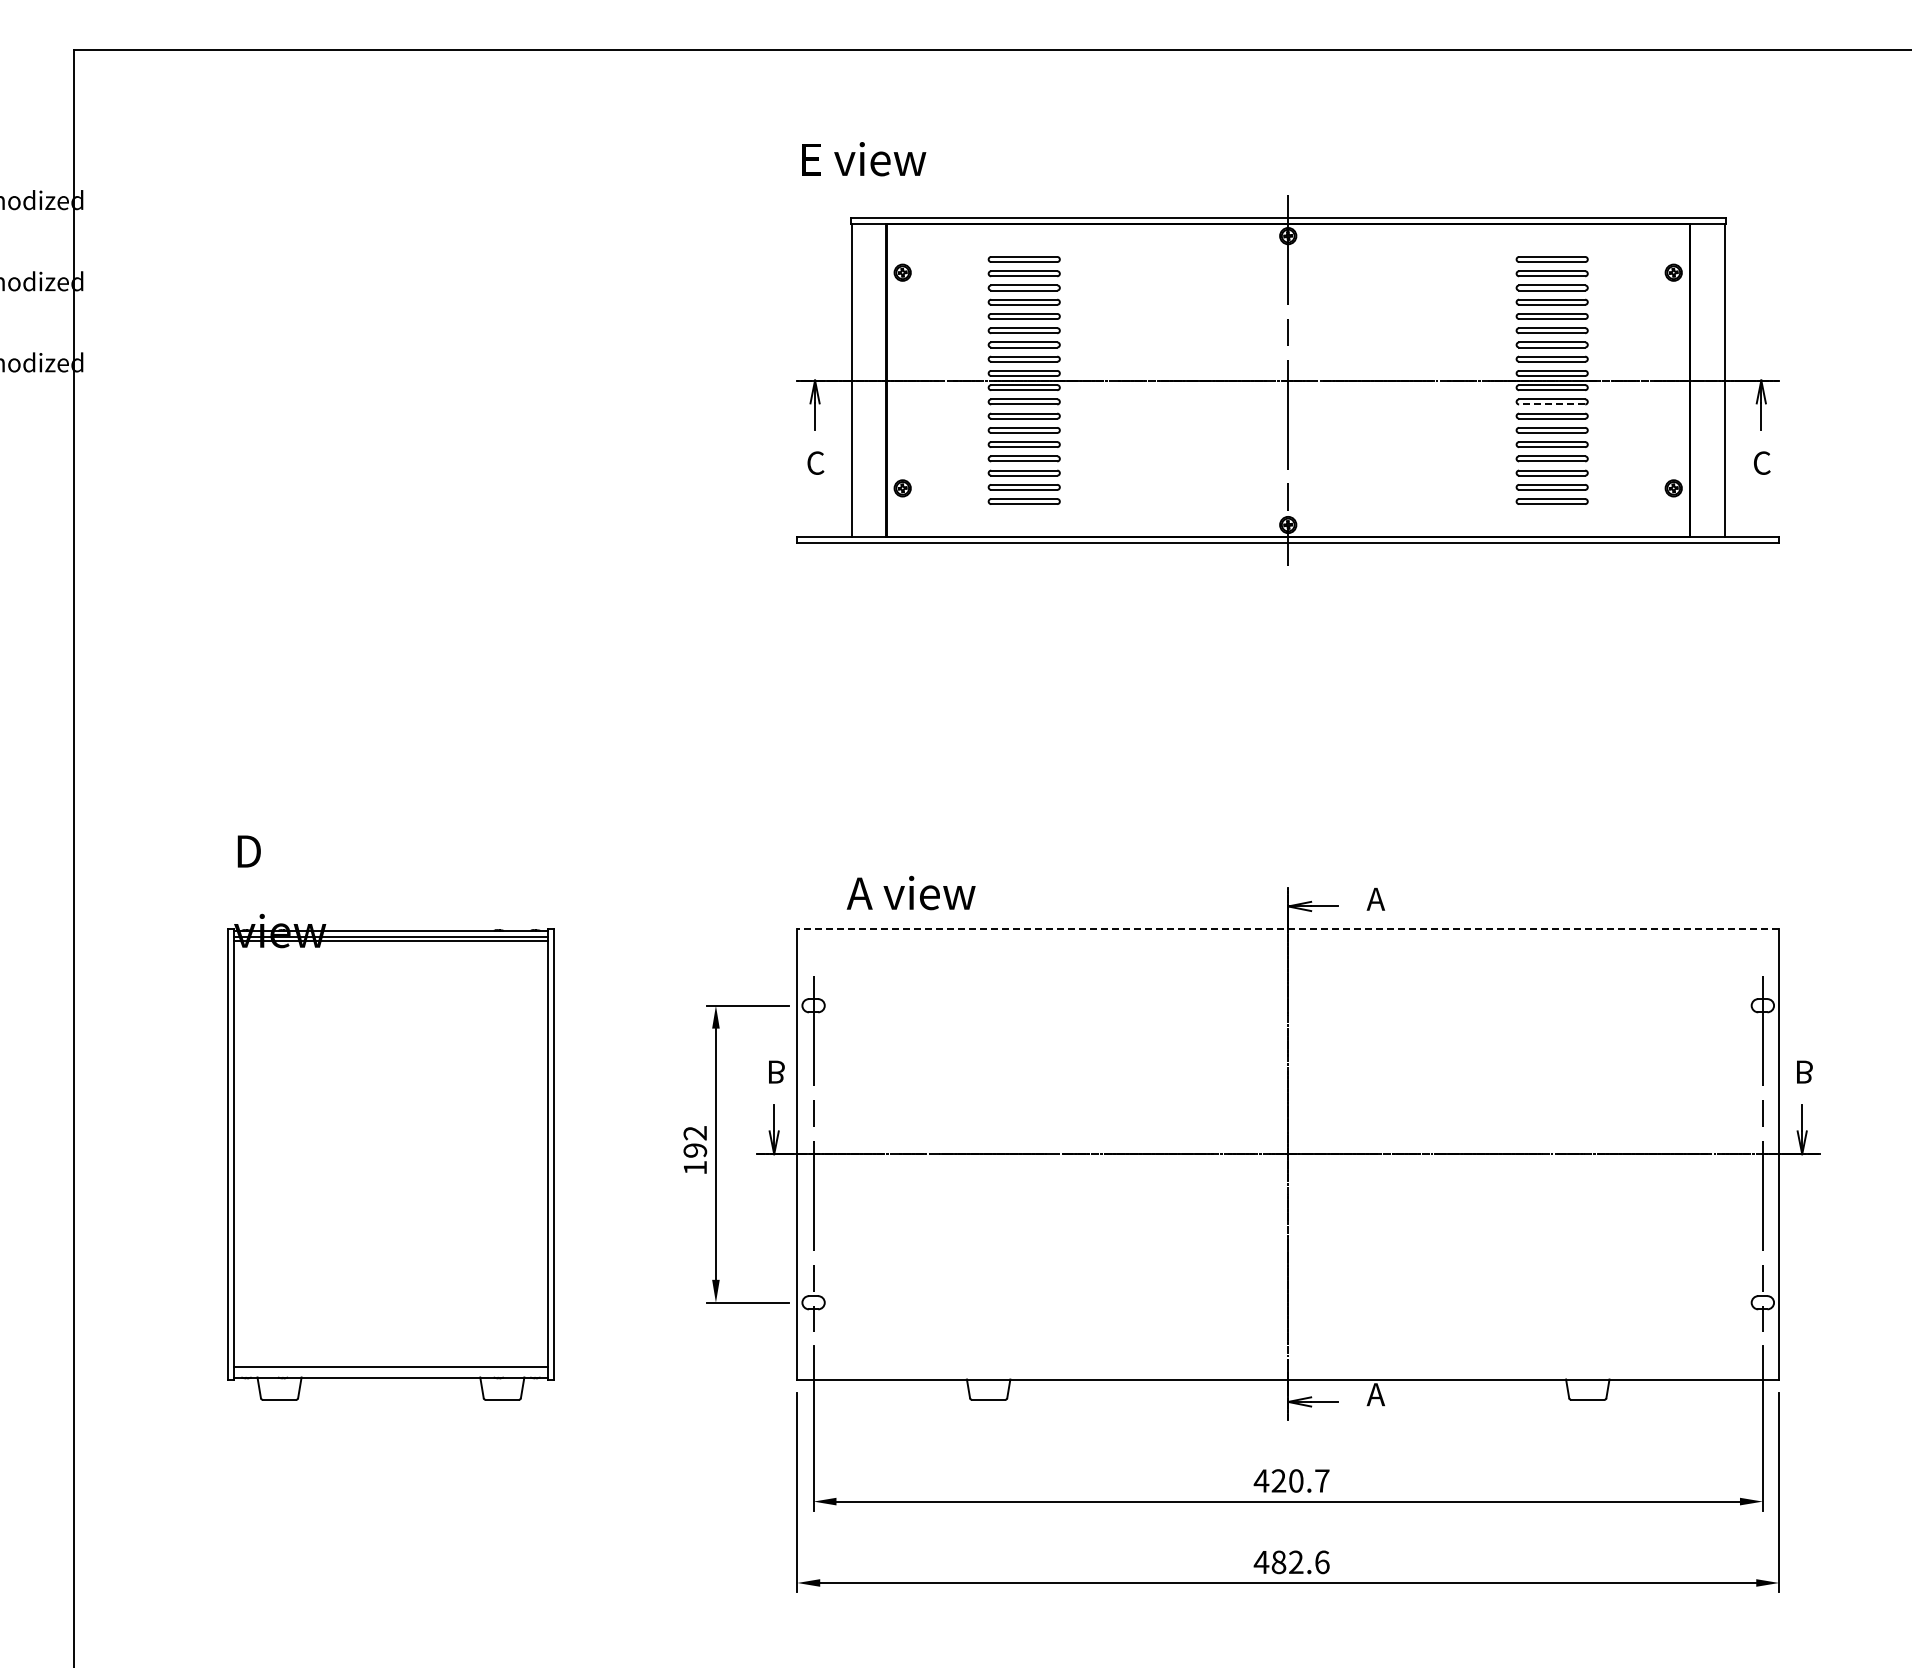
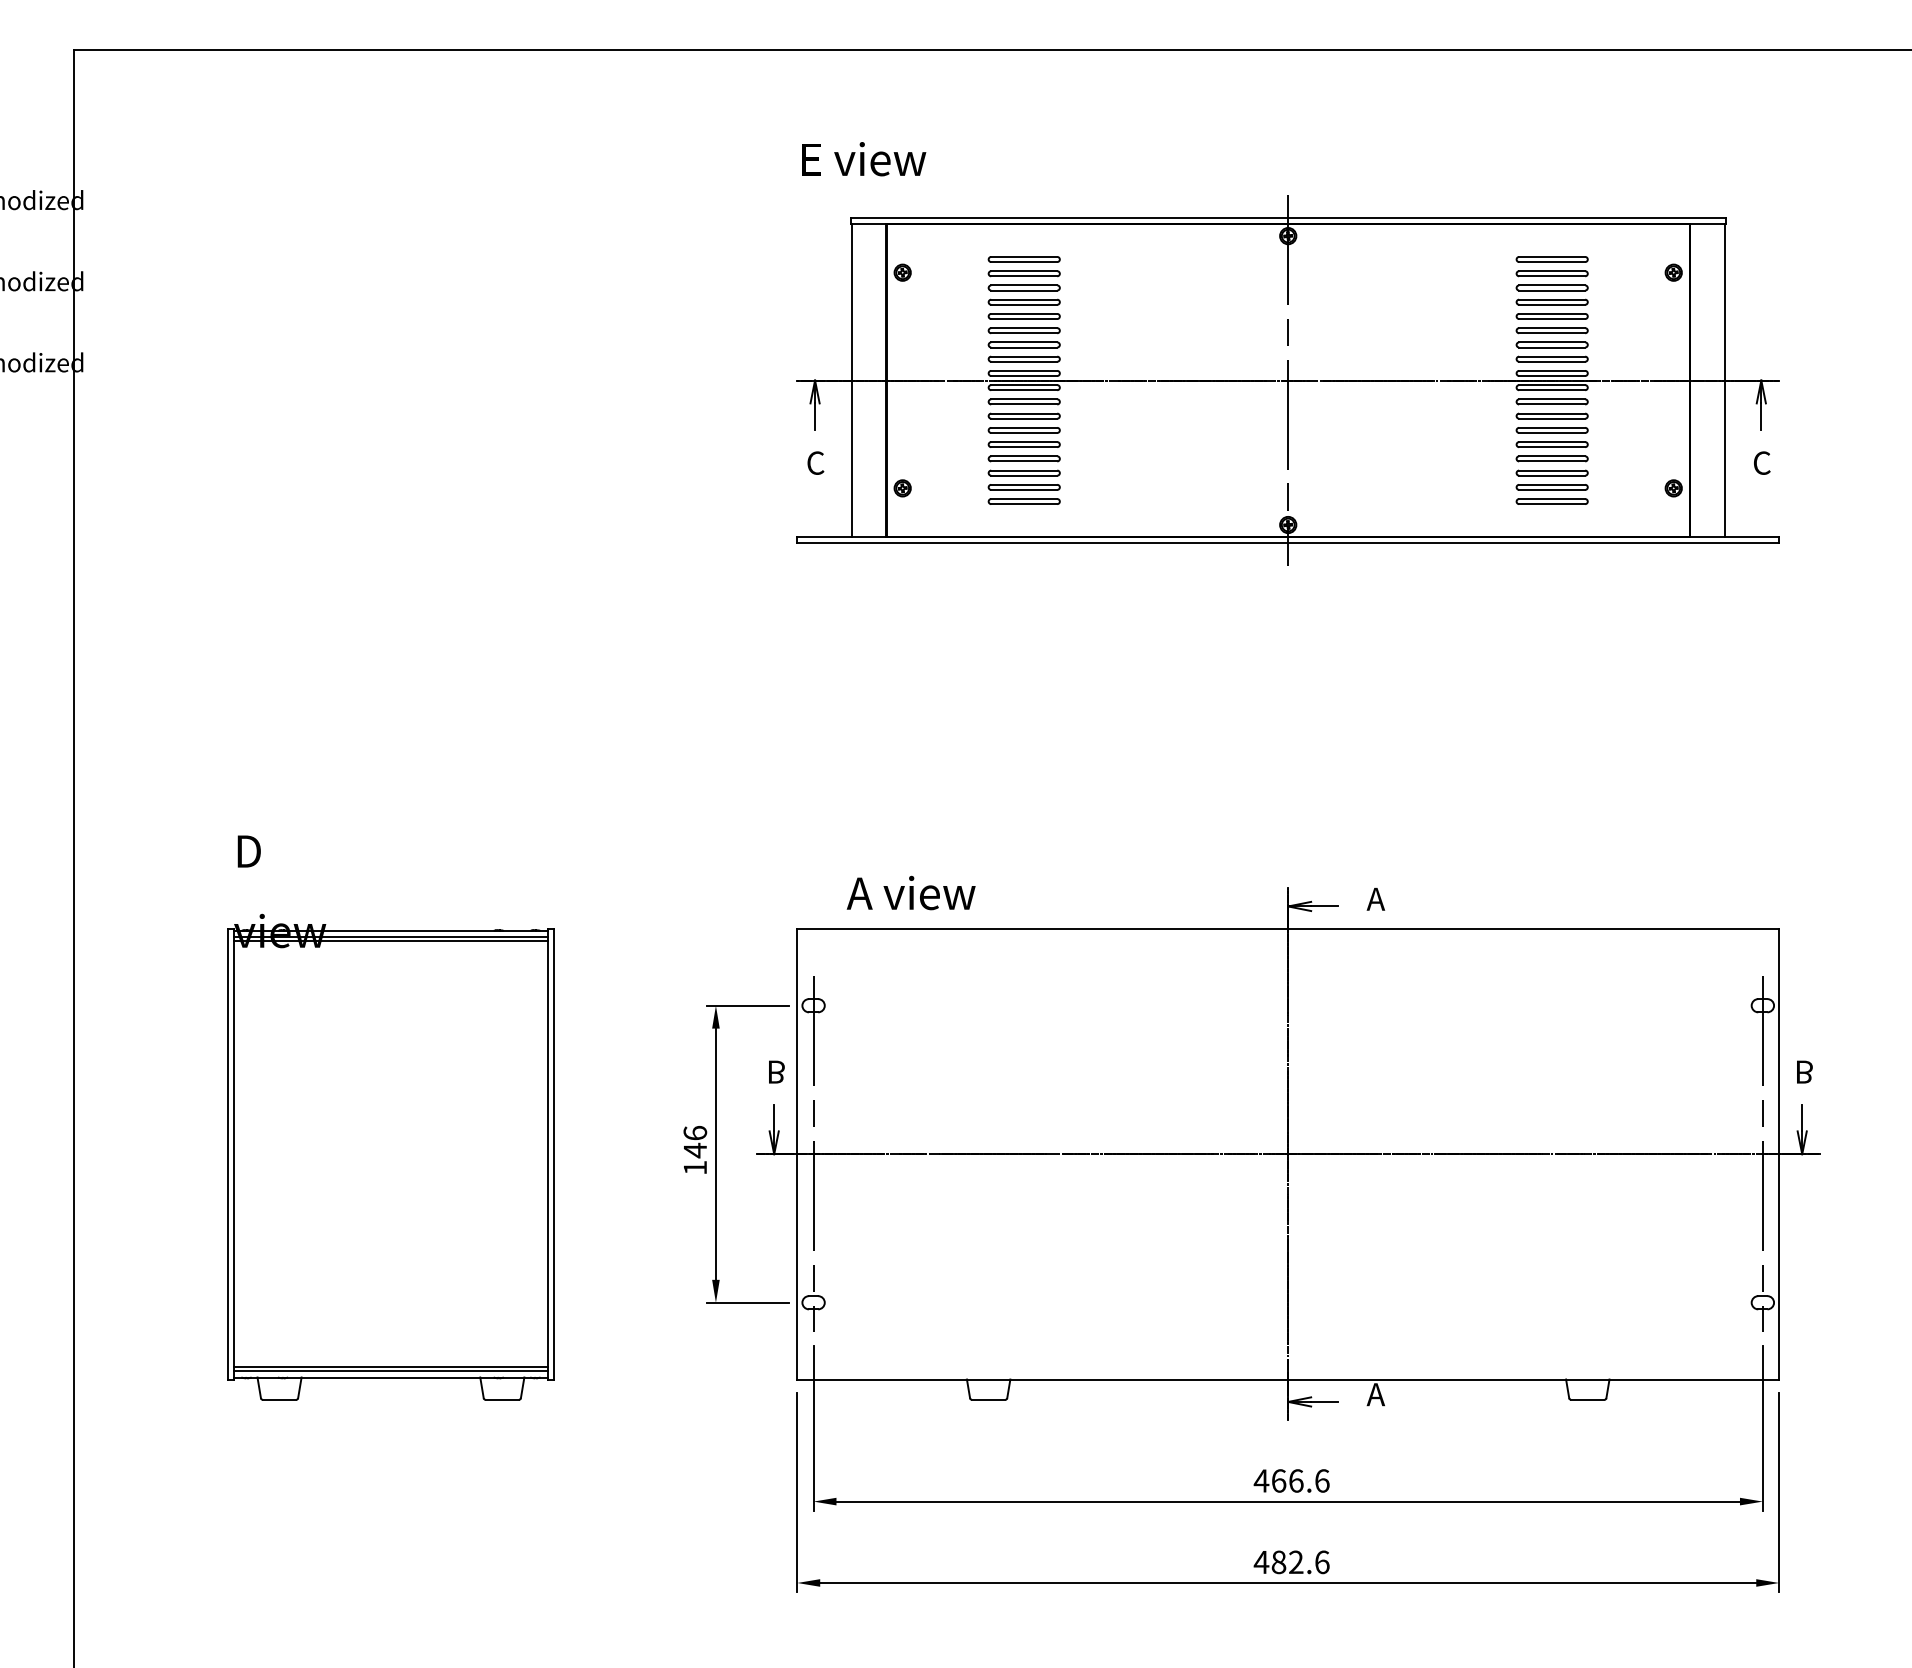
line at (1551, 404): dashed -> solid
line at (1288, 928): dashed -> solid
text at (695, 1141): 192 -> 146
line at (390, 1371): none -> present
text at (1300, 1480): 420.7 -> 466.6
